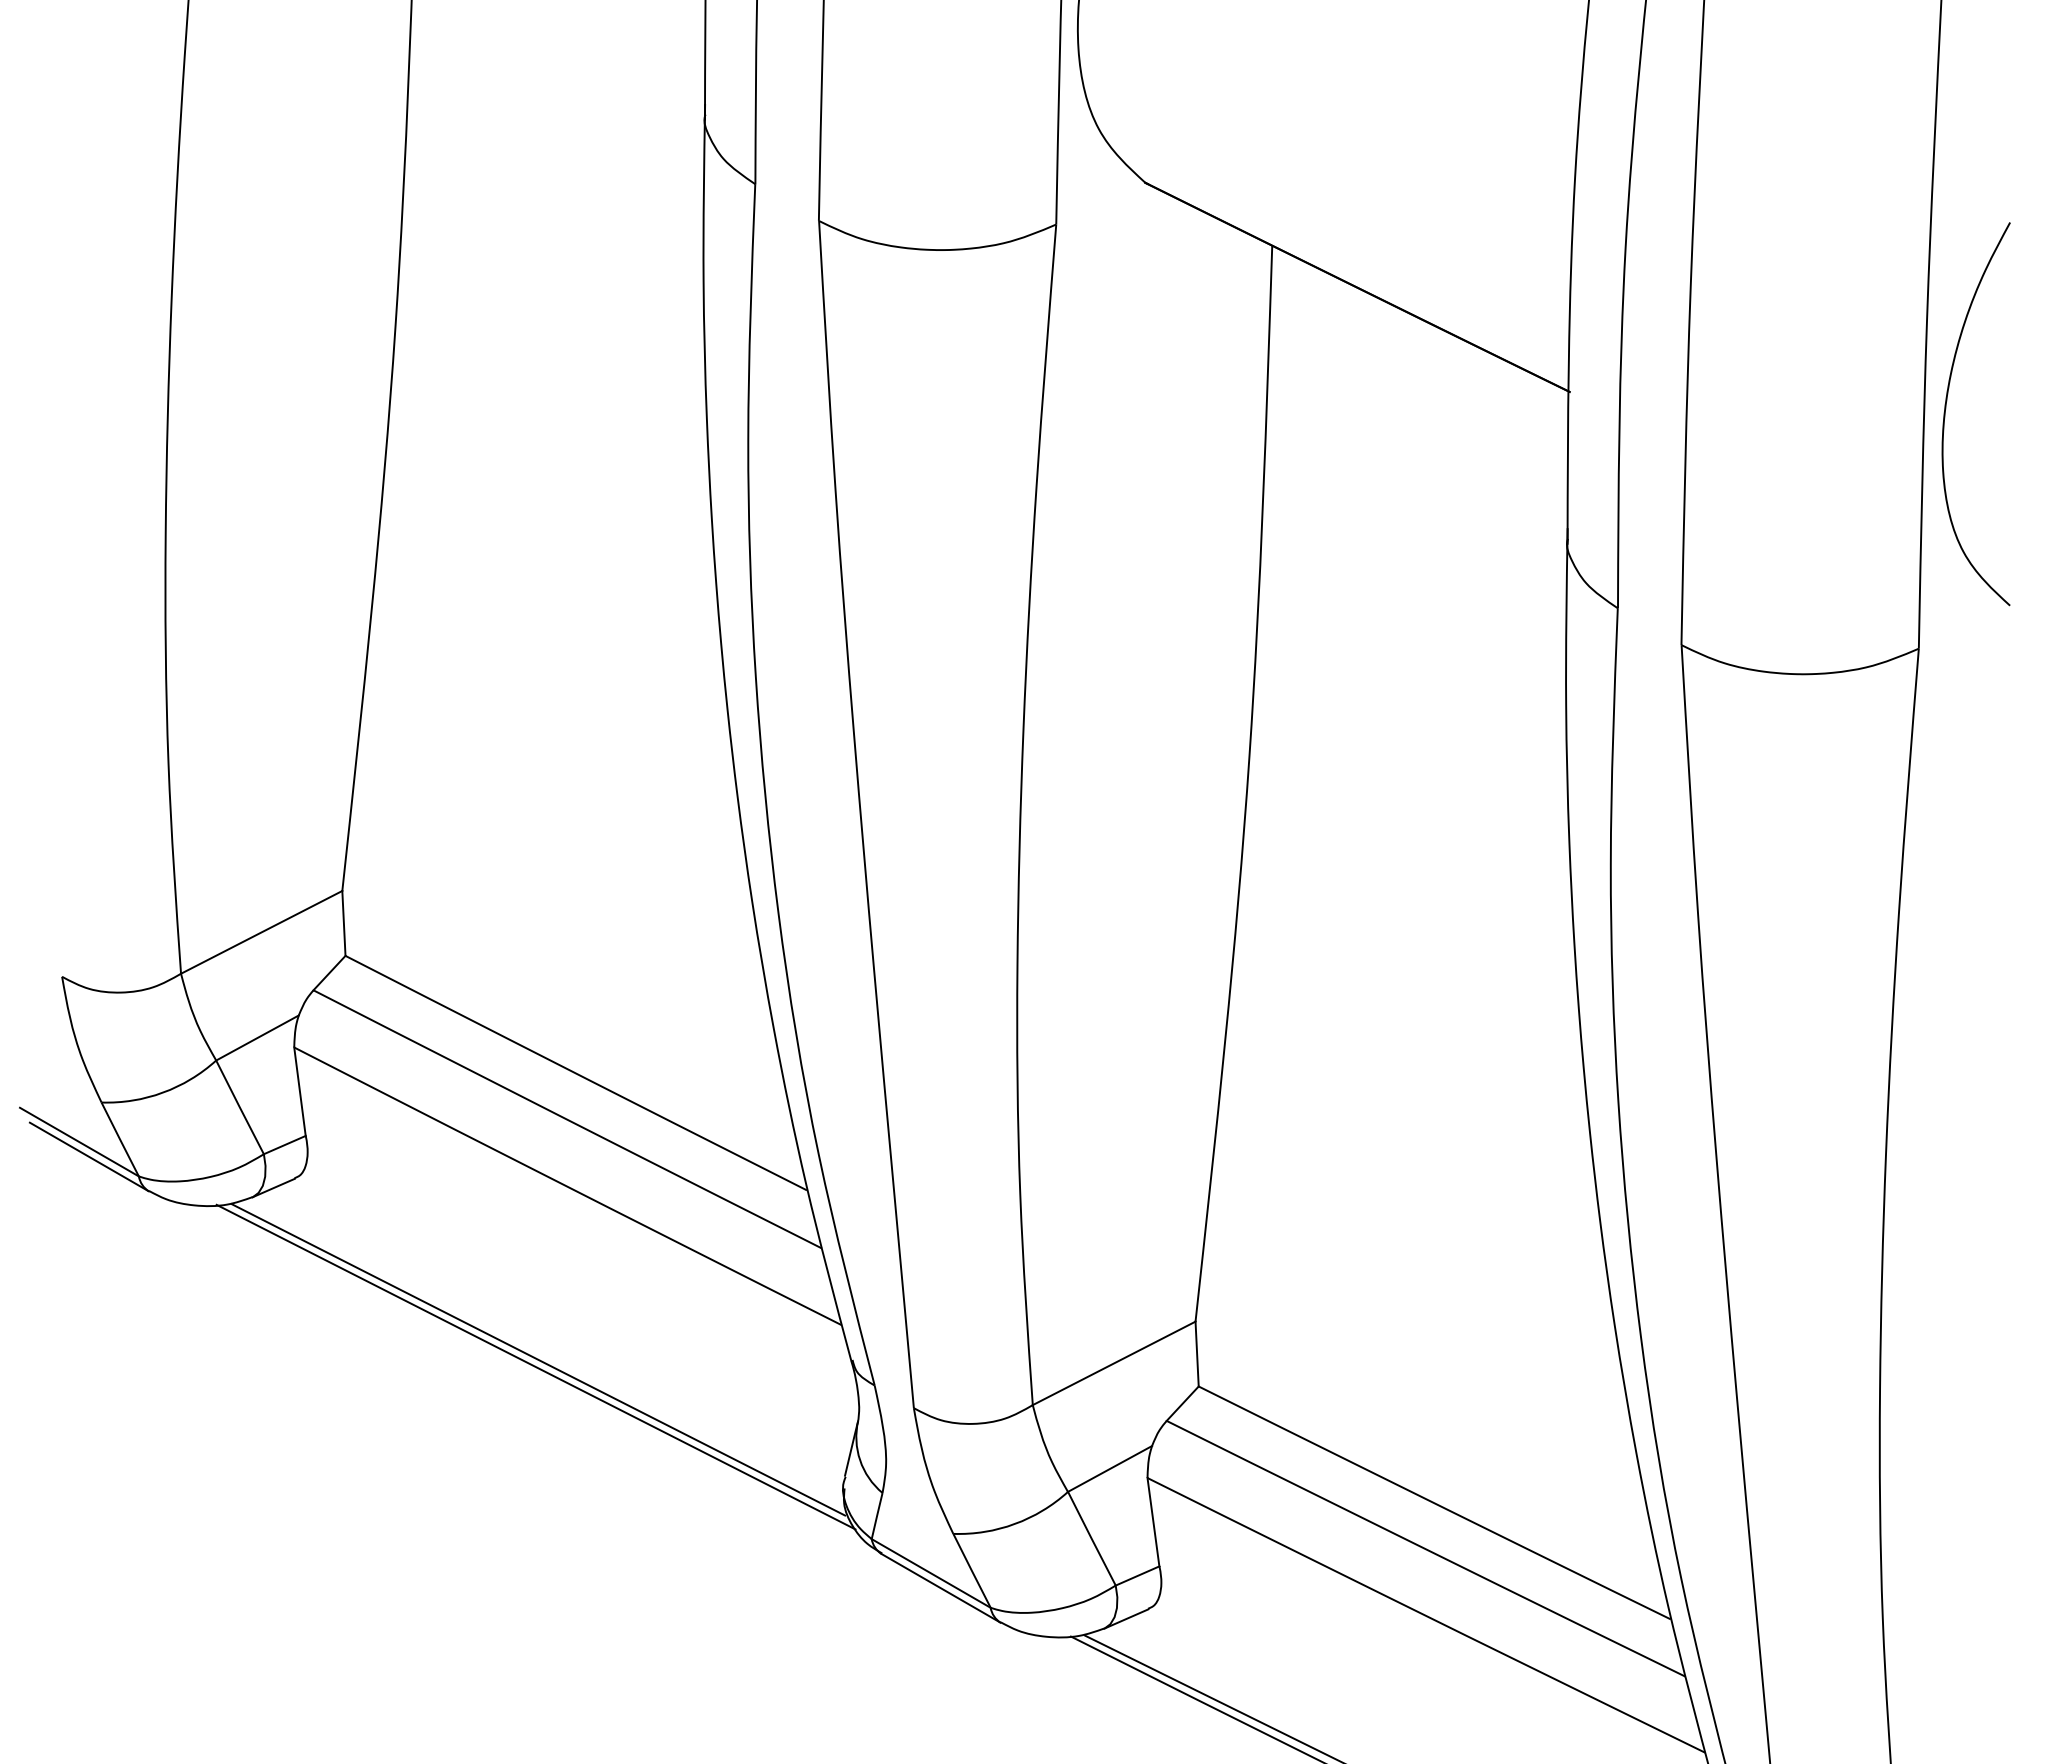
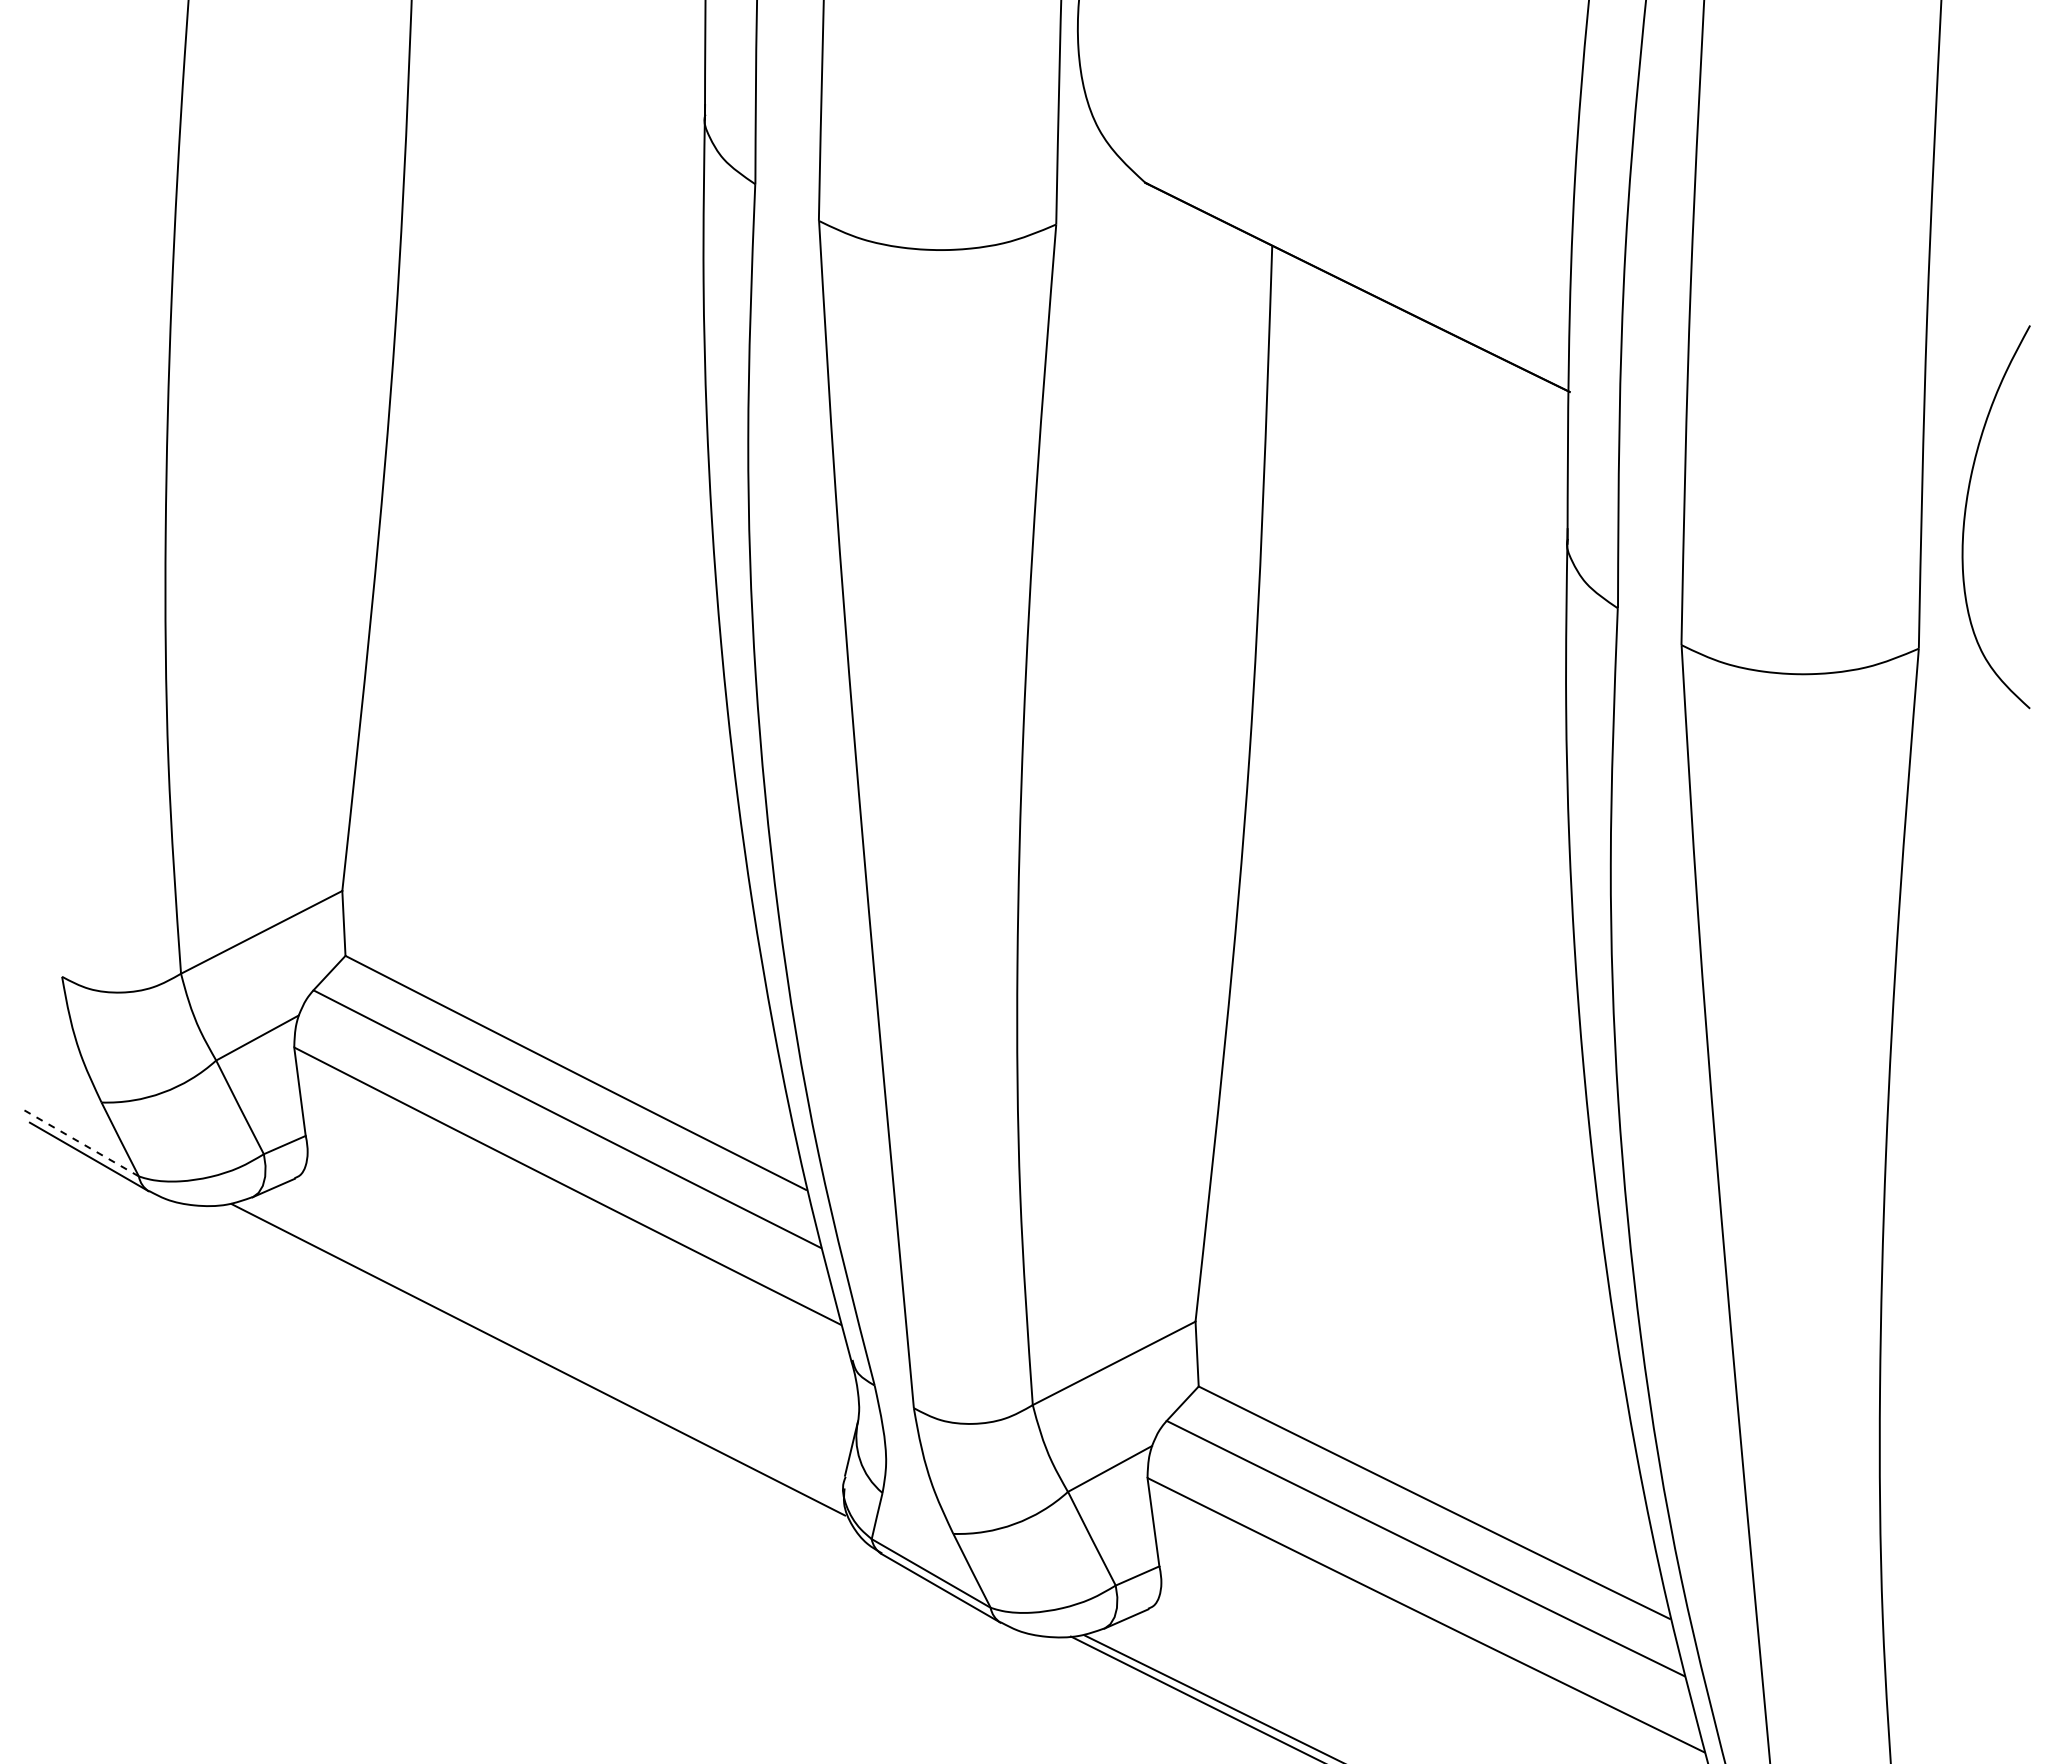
curve at (1946, 408) position: (1946, 408) -> (1966, 511)
line at (79, 1142): solid -> dashed
line at (535, 1366): present -> none
